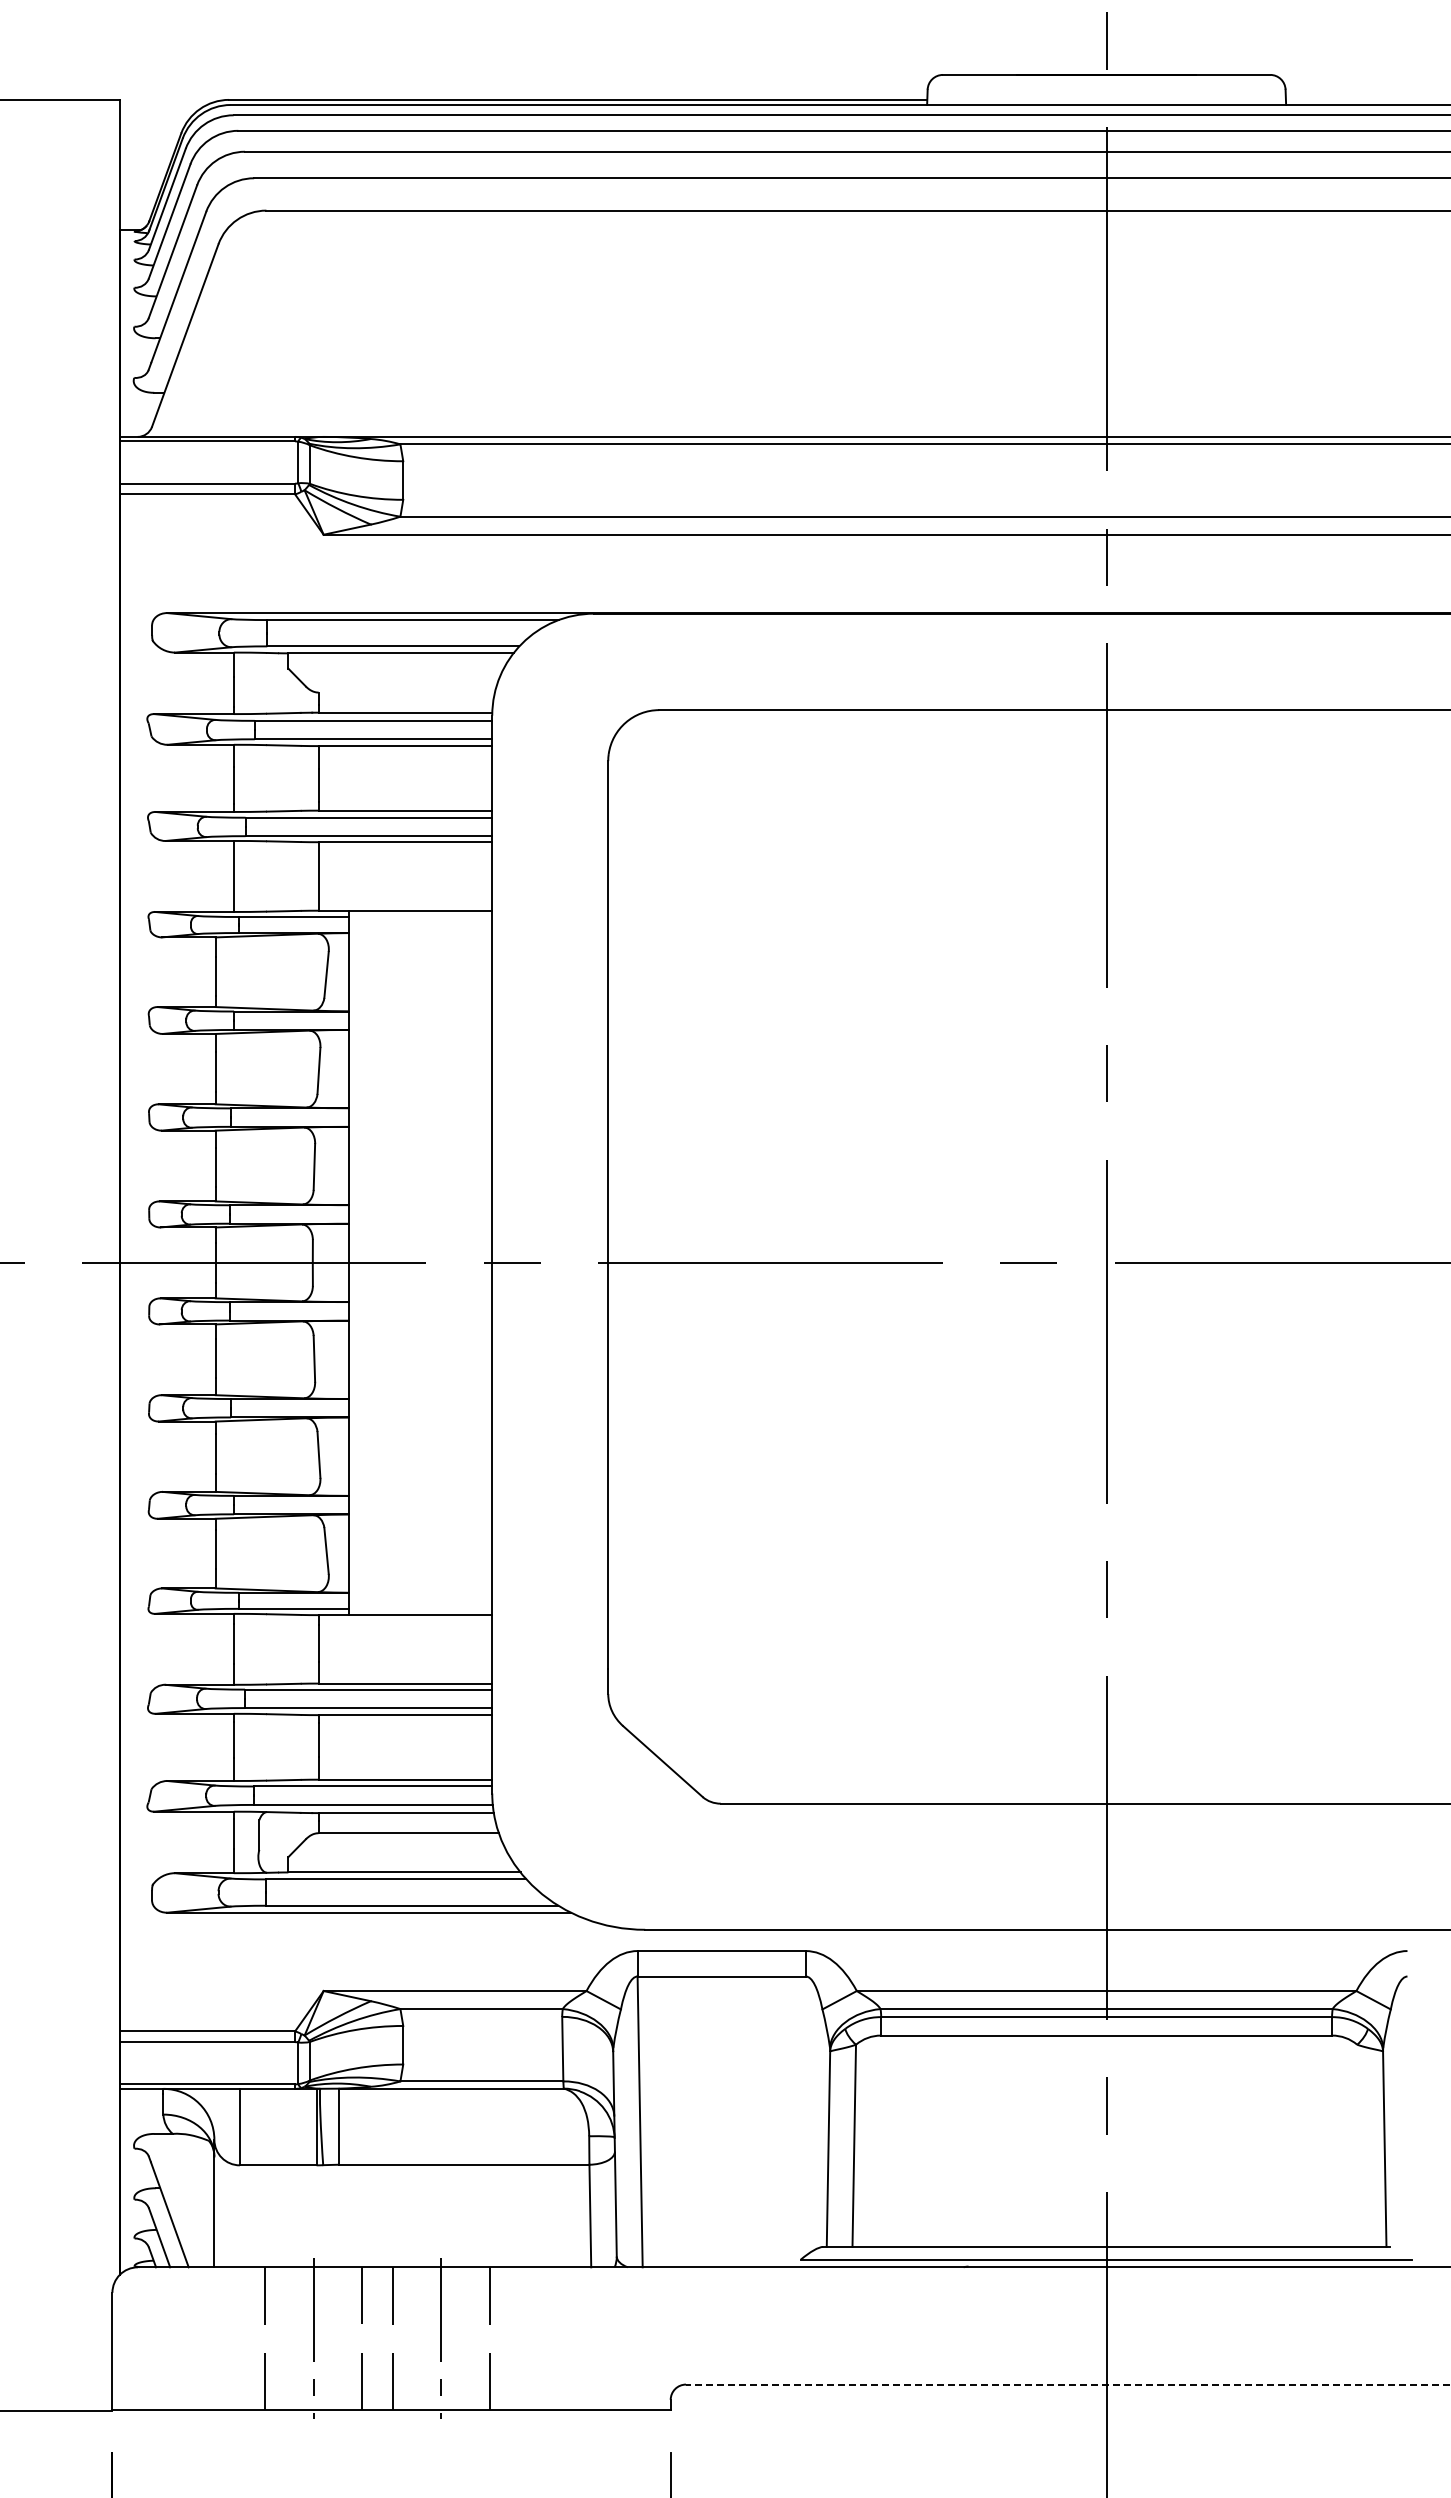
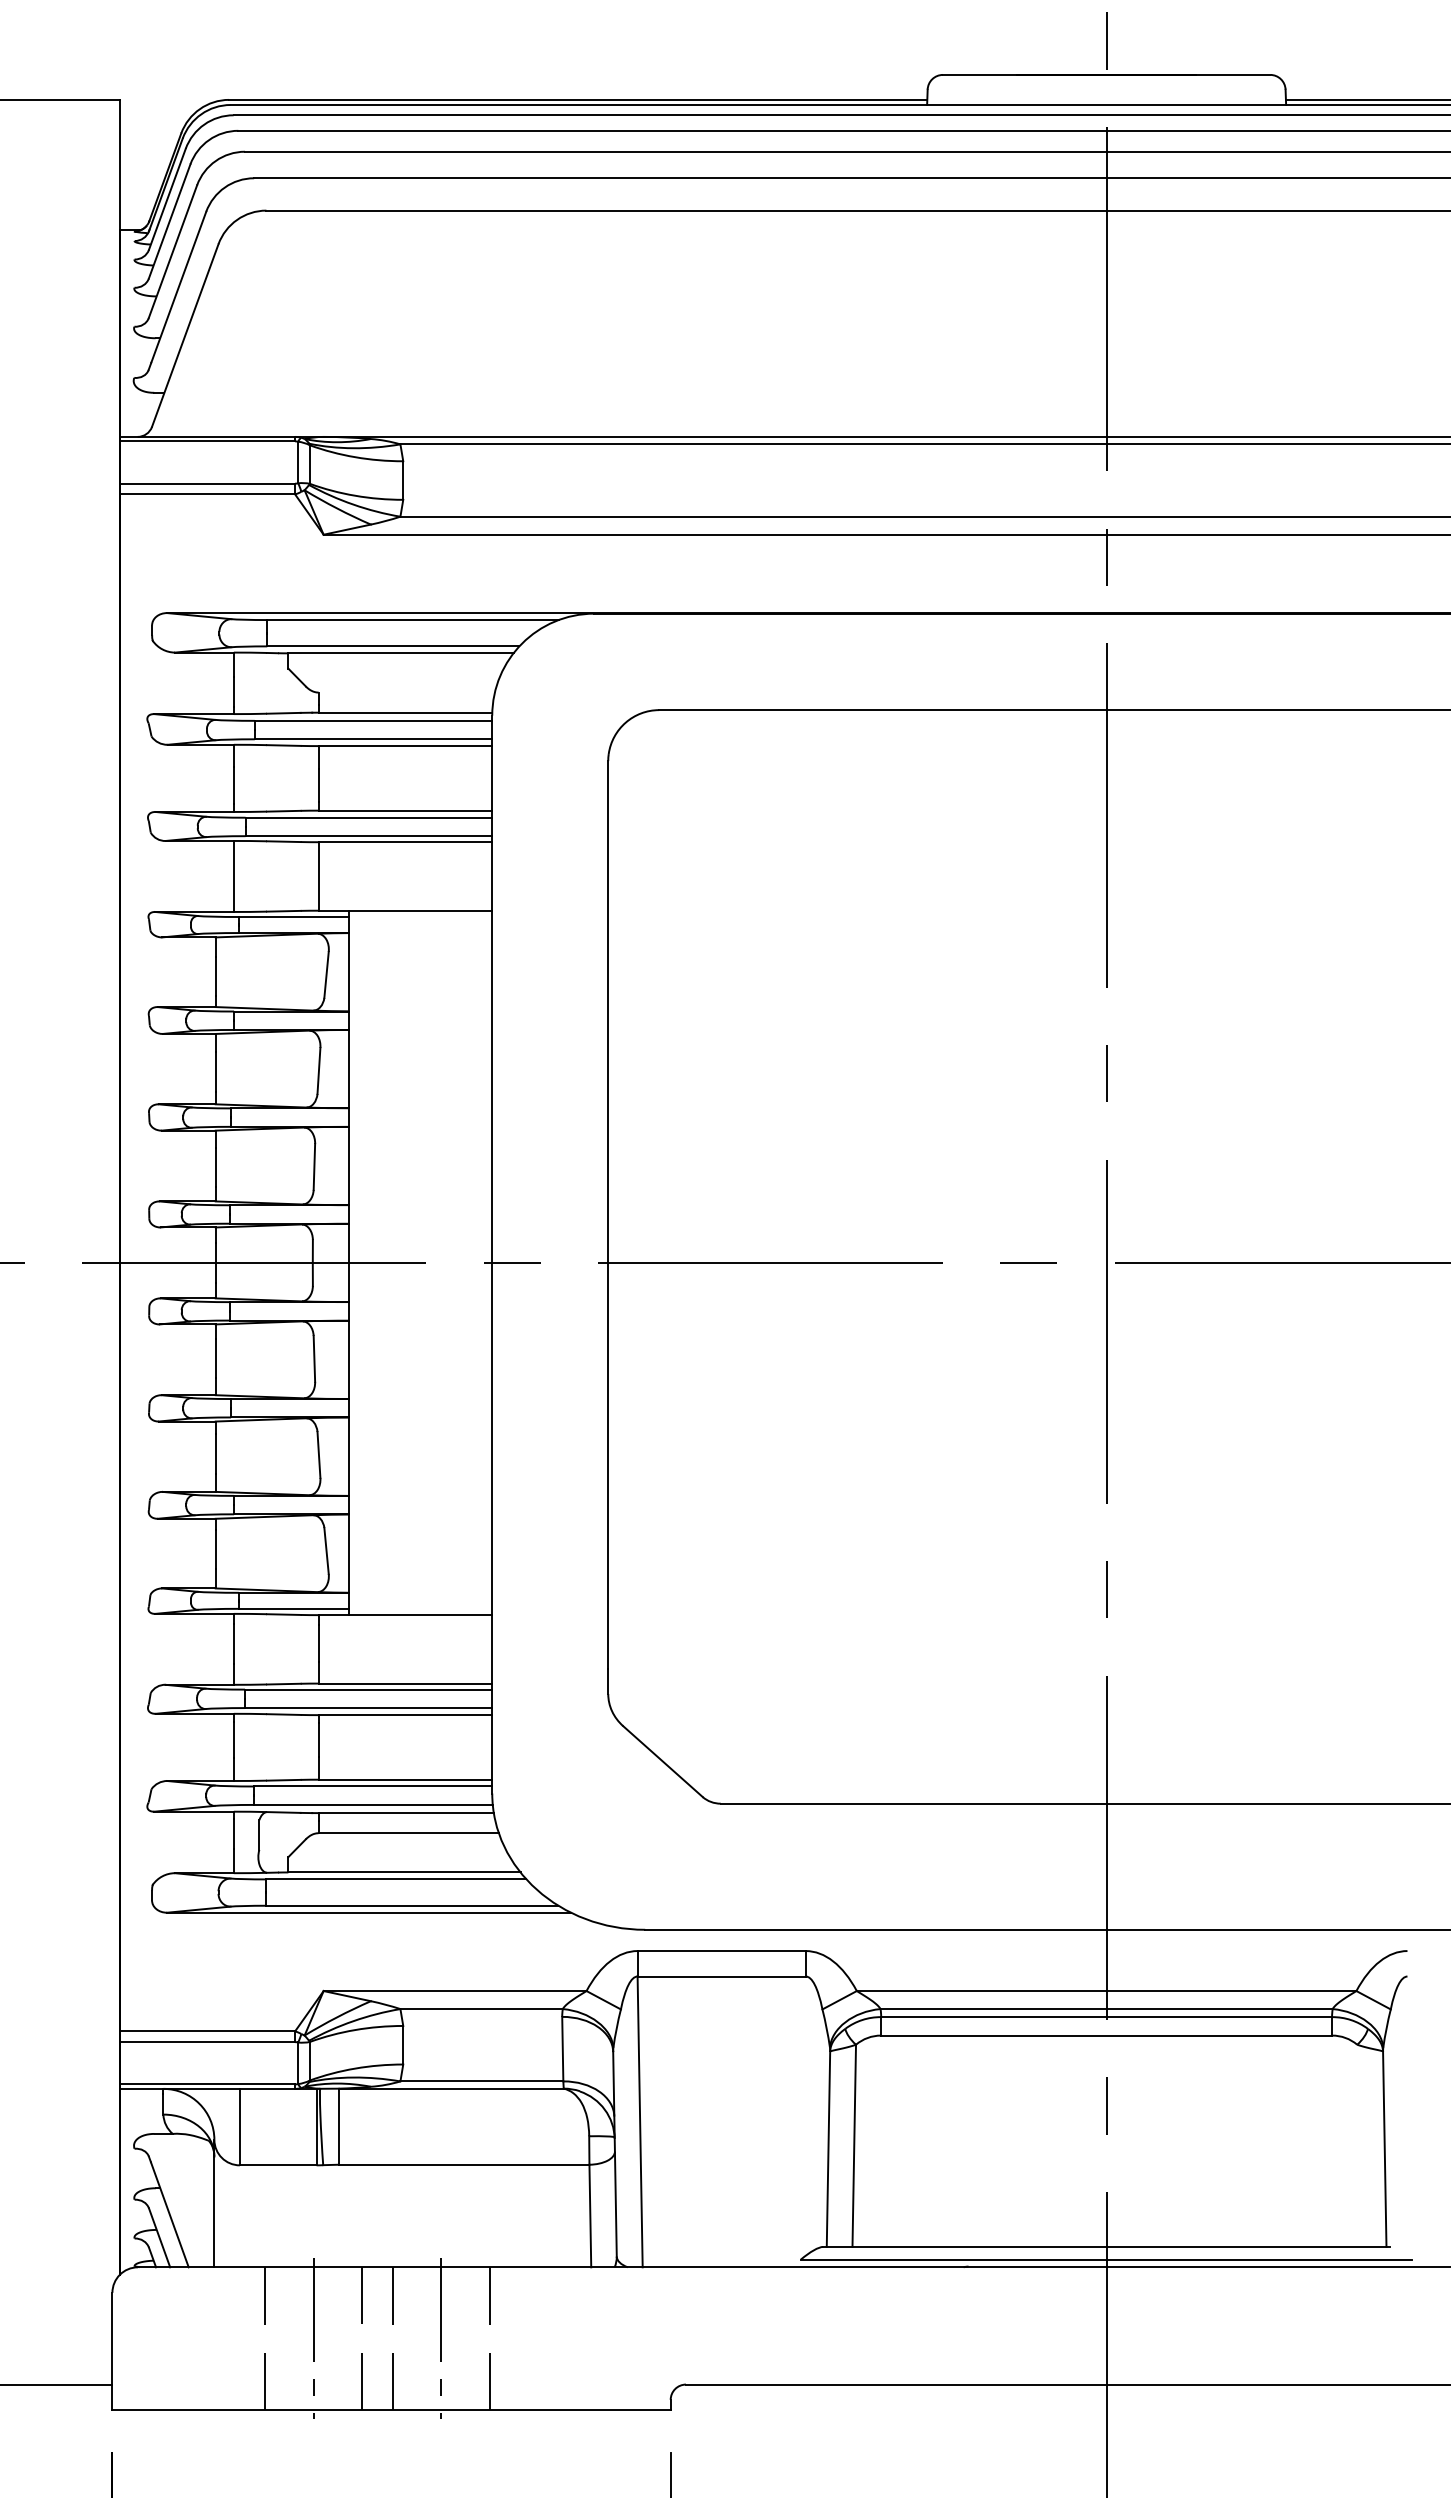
line at (1366, 99): none -> present
line at (1067, 2384): dashed -> solid
line at (57, 2410) position: (57, 2410) -> (57, 2384)
